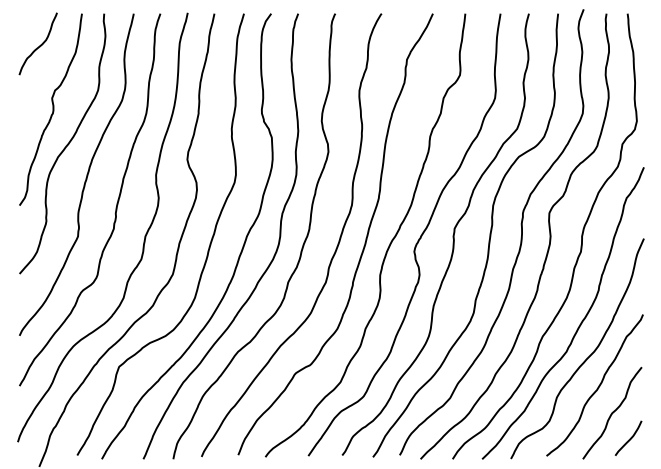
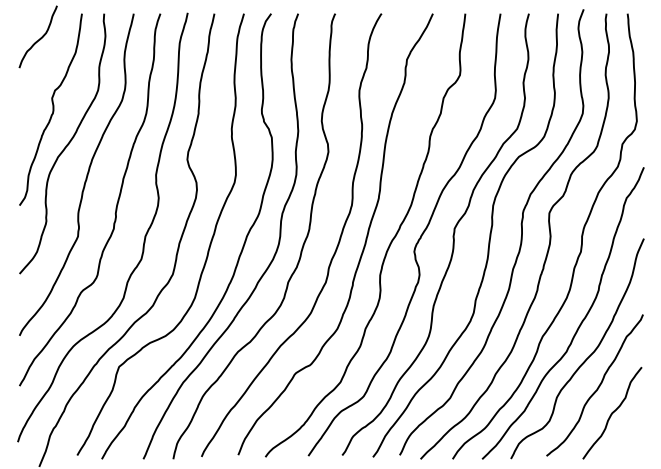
curve at (39, 45) position: (39, 45) -> (39, 38)
curve at (629, 438): present -> none
